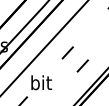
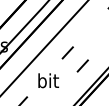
text at (41, 82) position: (41, 82) -> (48, 80)
